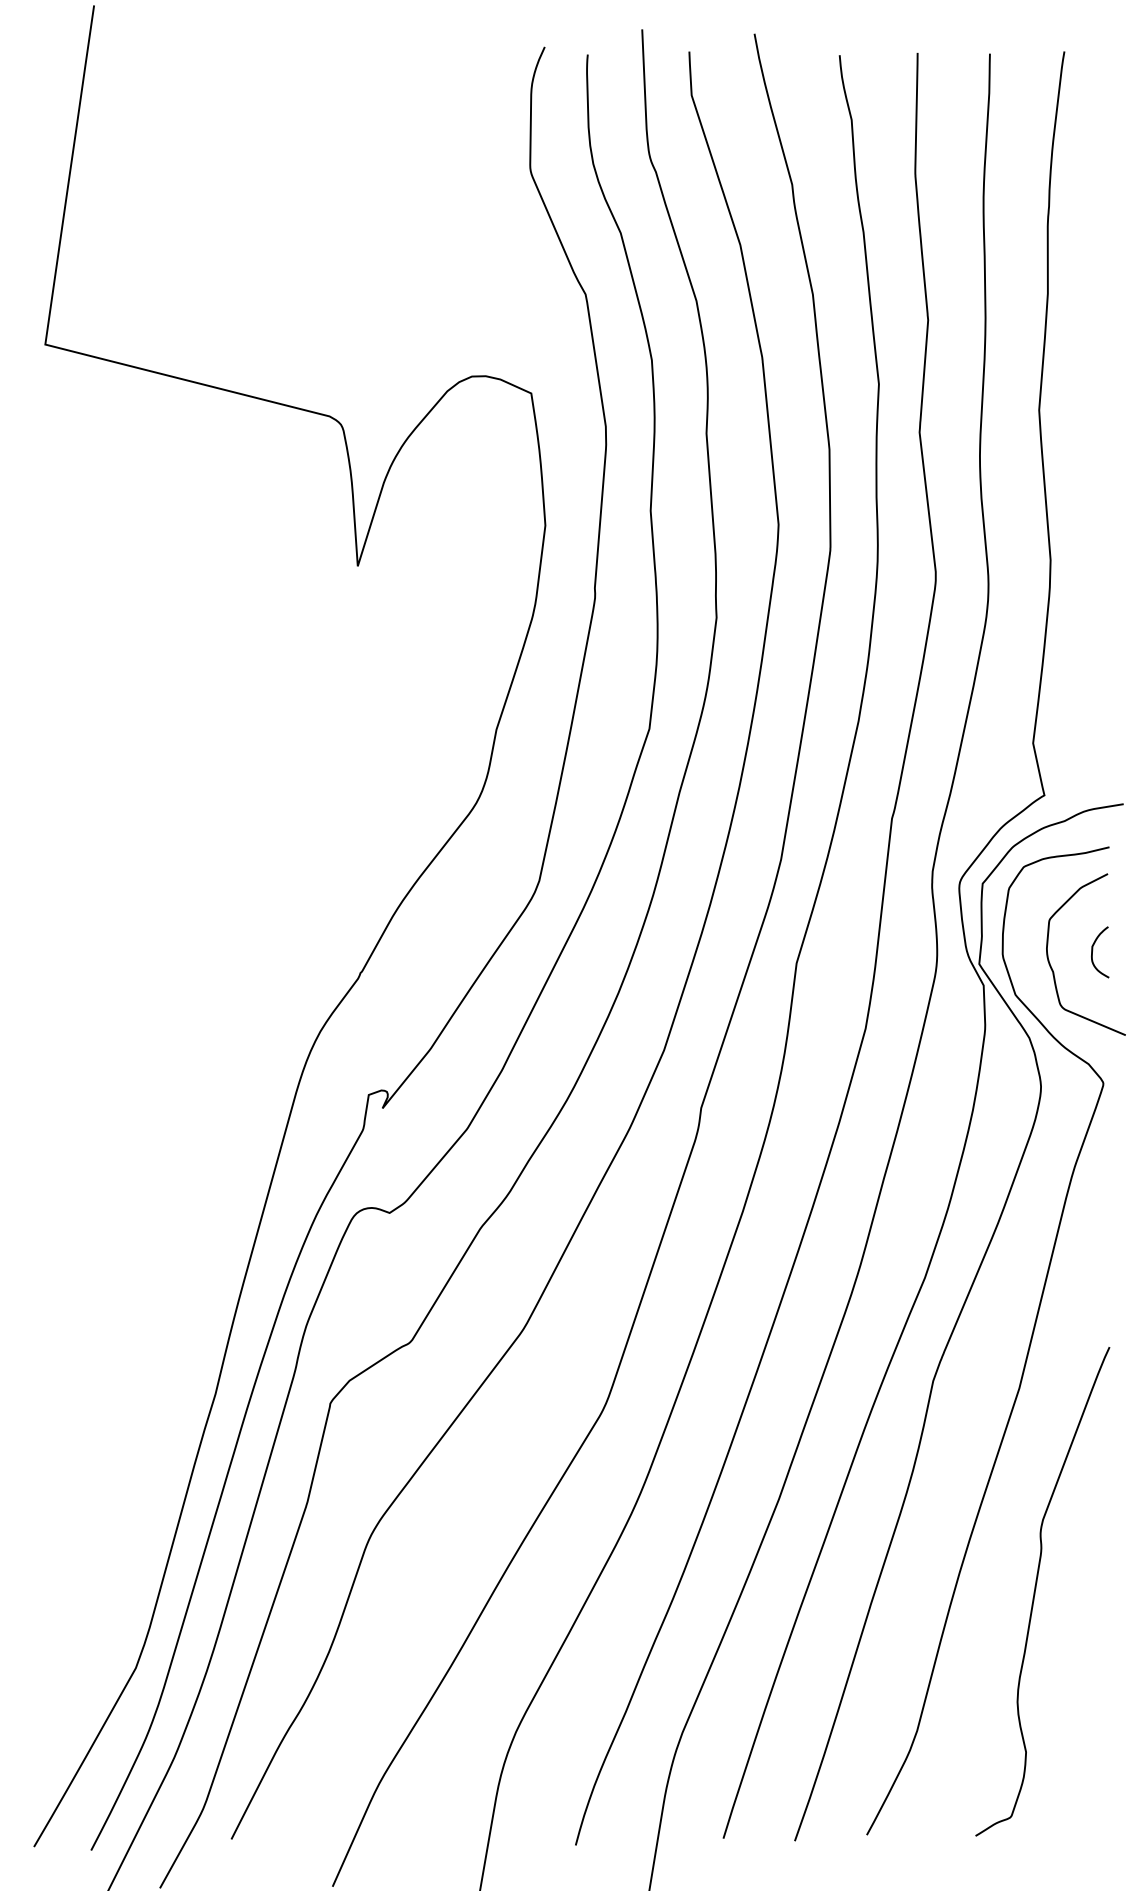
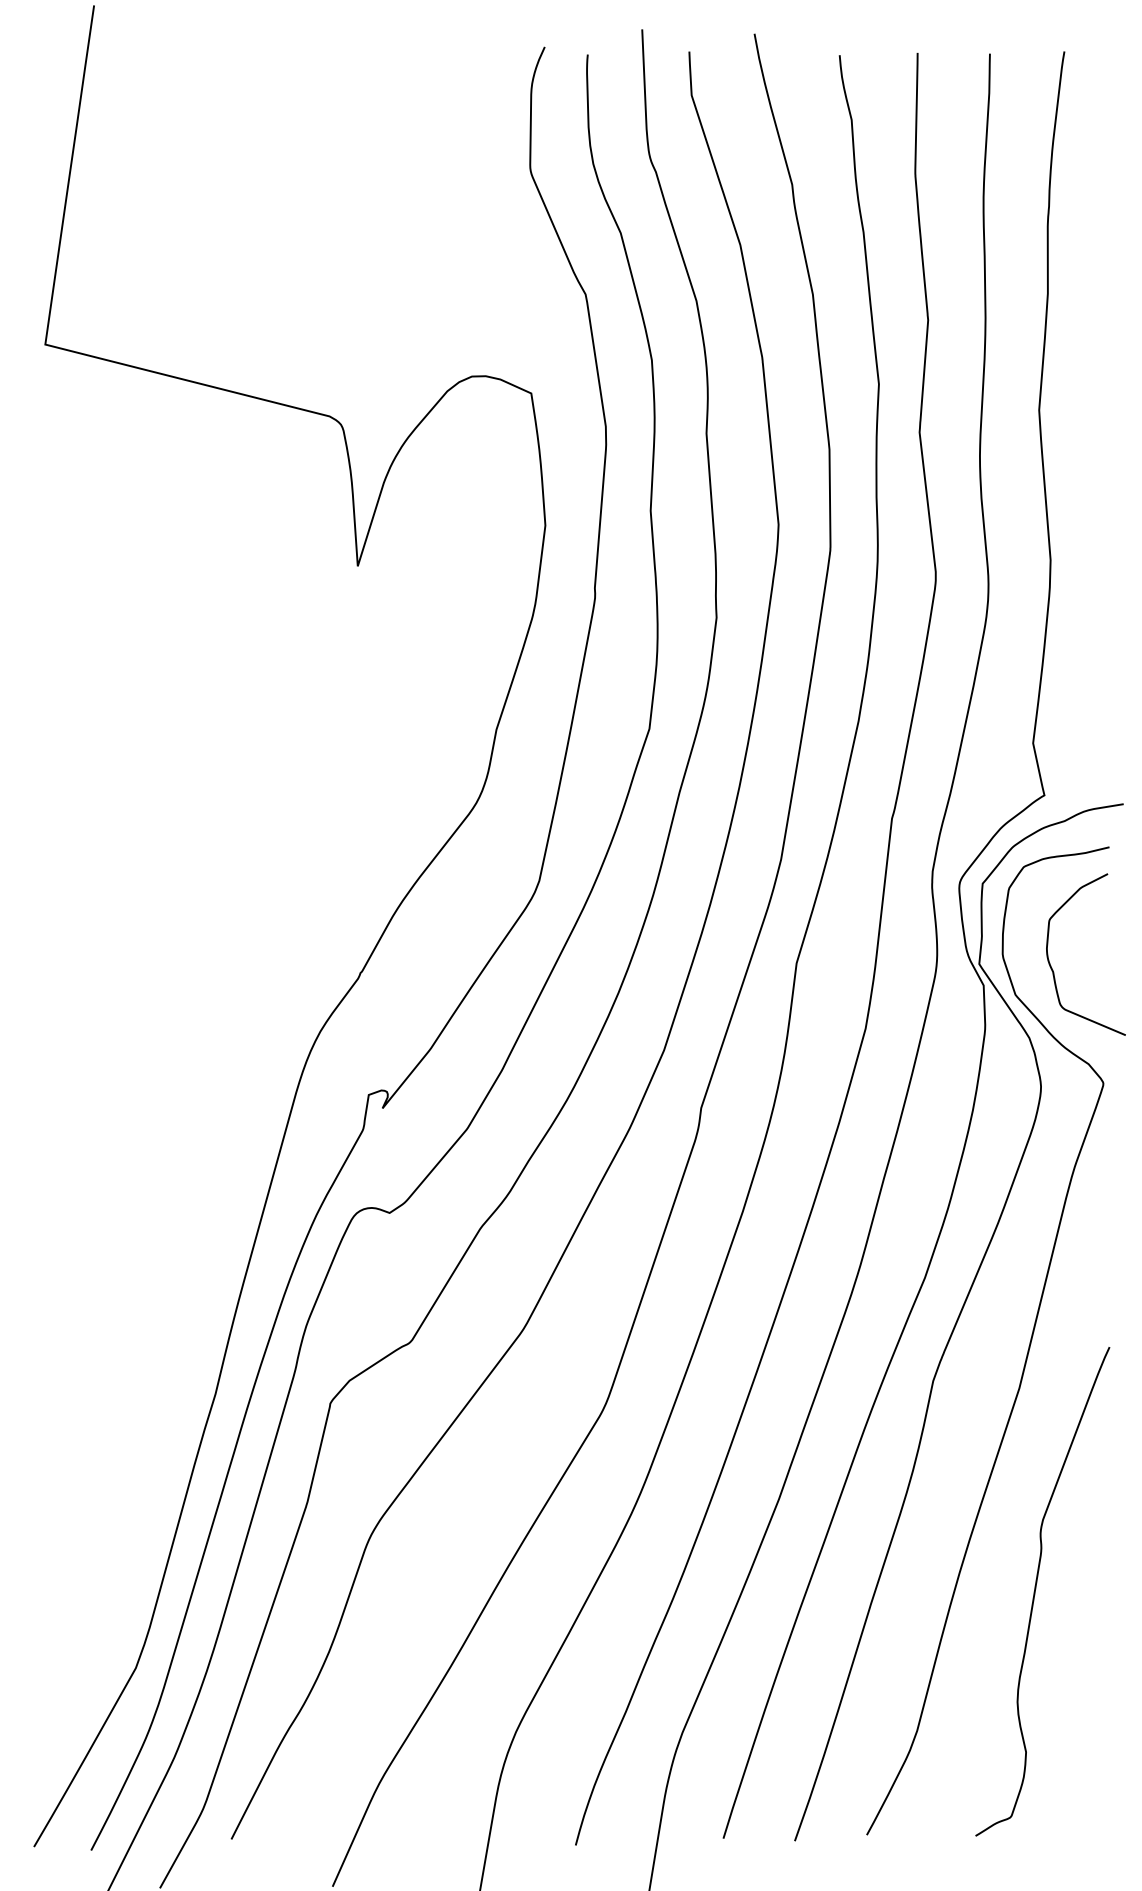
curve at (1093, 950): present -> none
